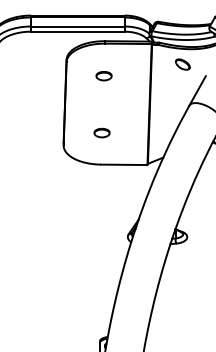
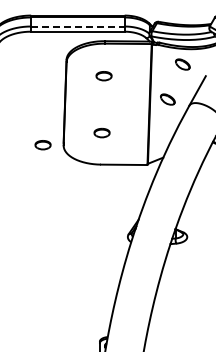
line at (77, 26): solid -> dashed
part at (167, 99): none -> present
part at (42, 145): none -> present
